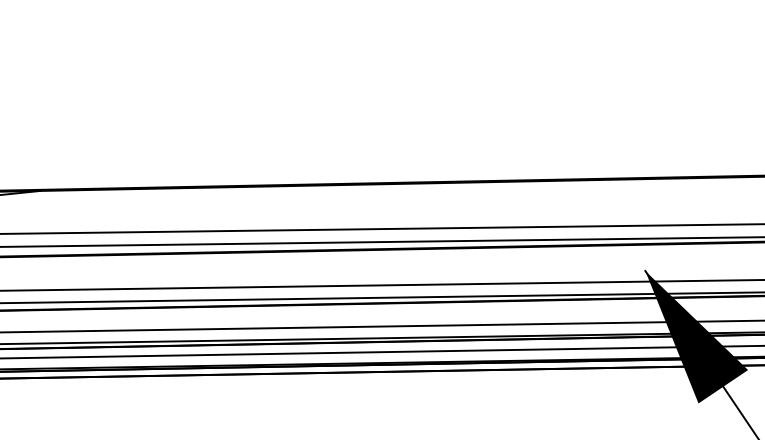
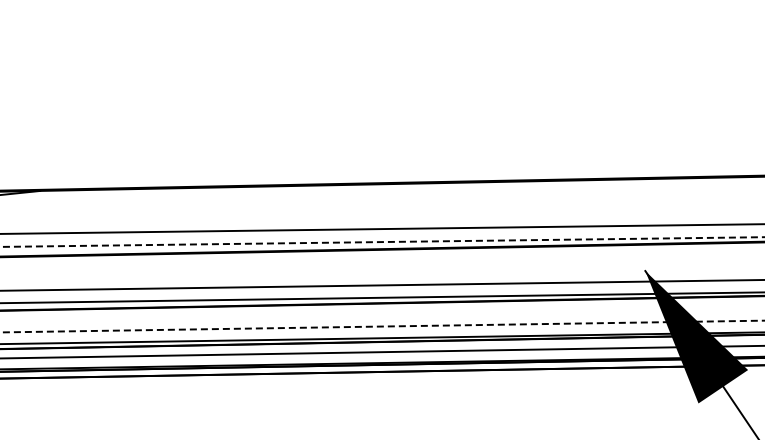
line at (382, 242): solid -> dashed
line at (382, 326): solid -> dashed
